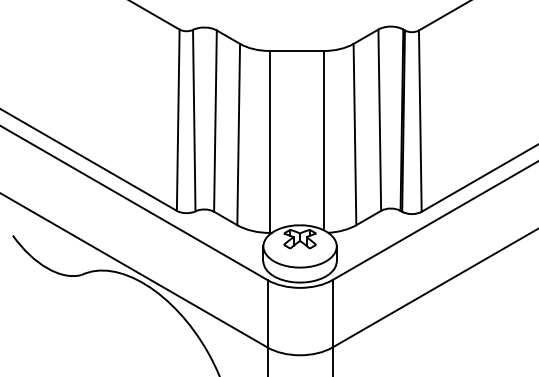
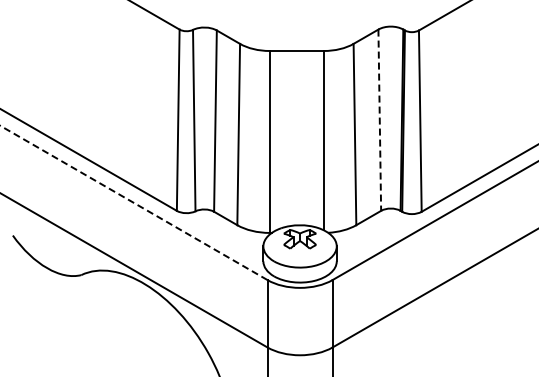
line at (379, 120): solid -> dashed
line at (134, 203): solid -> dashed
